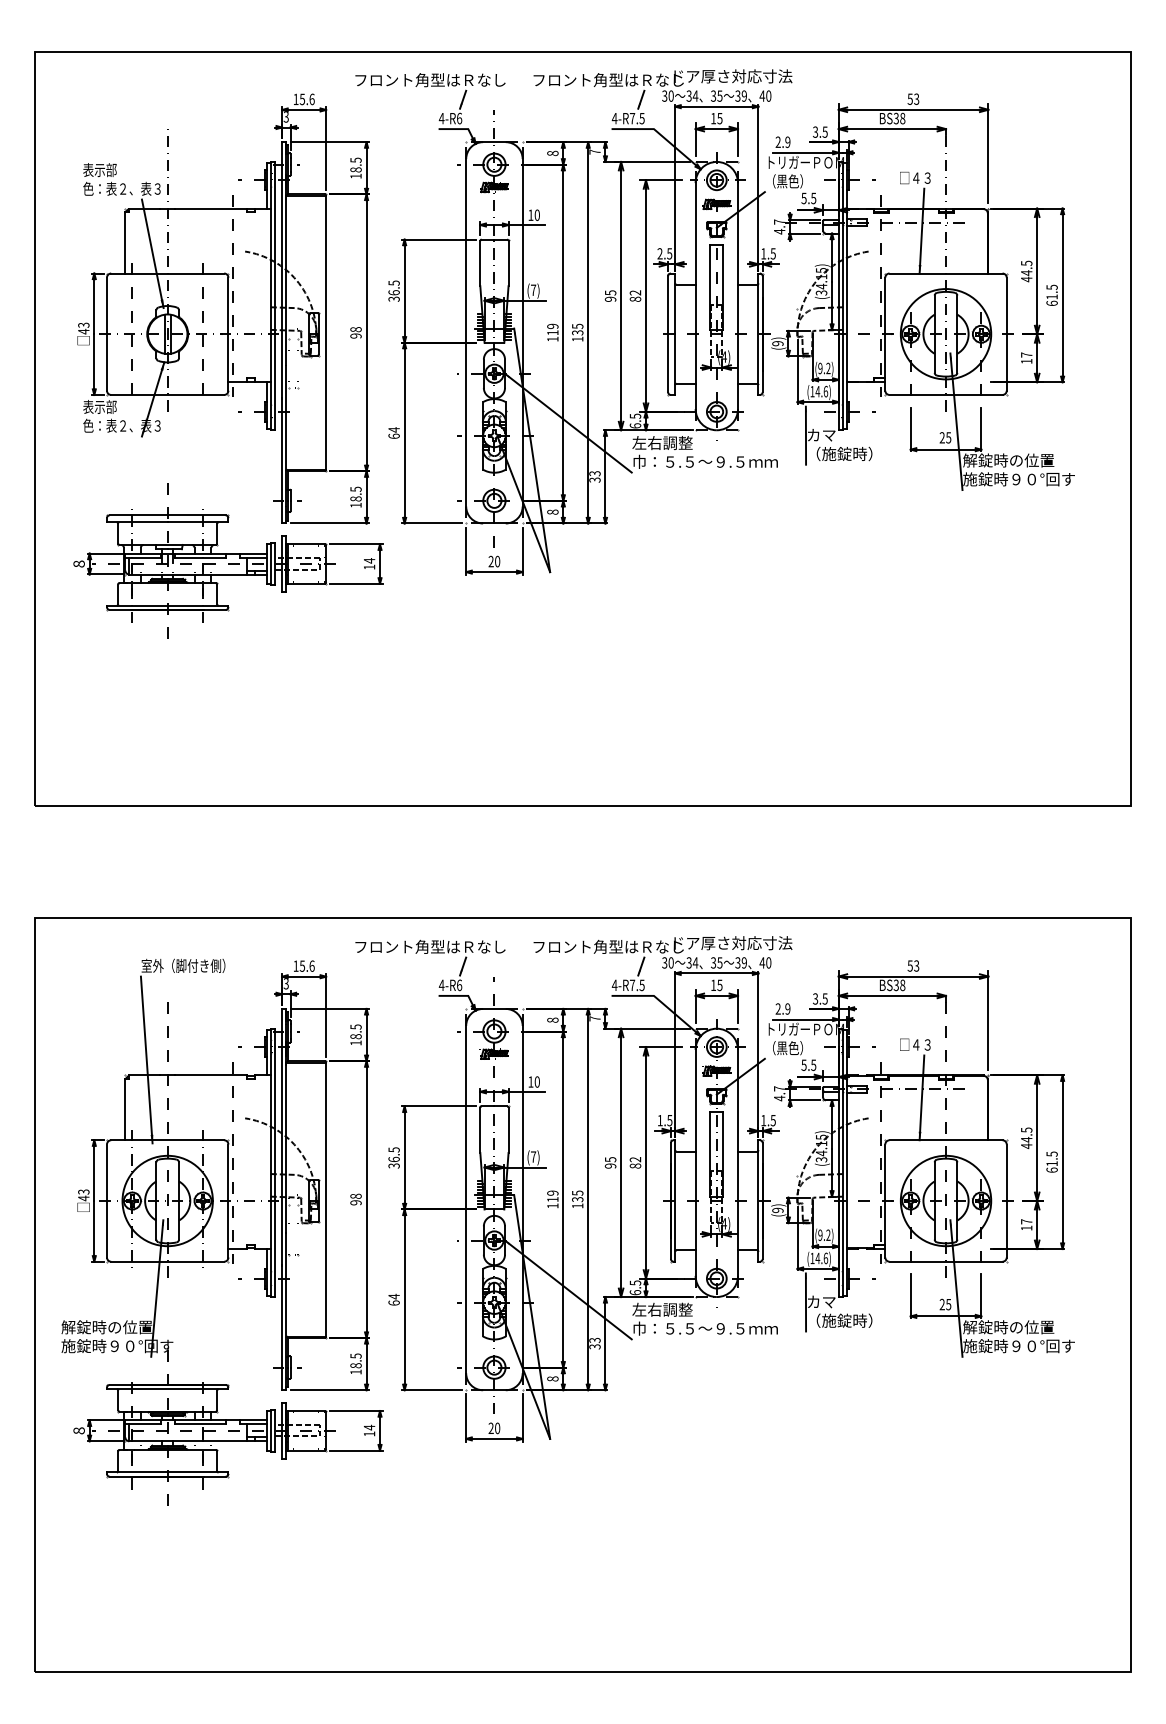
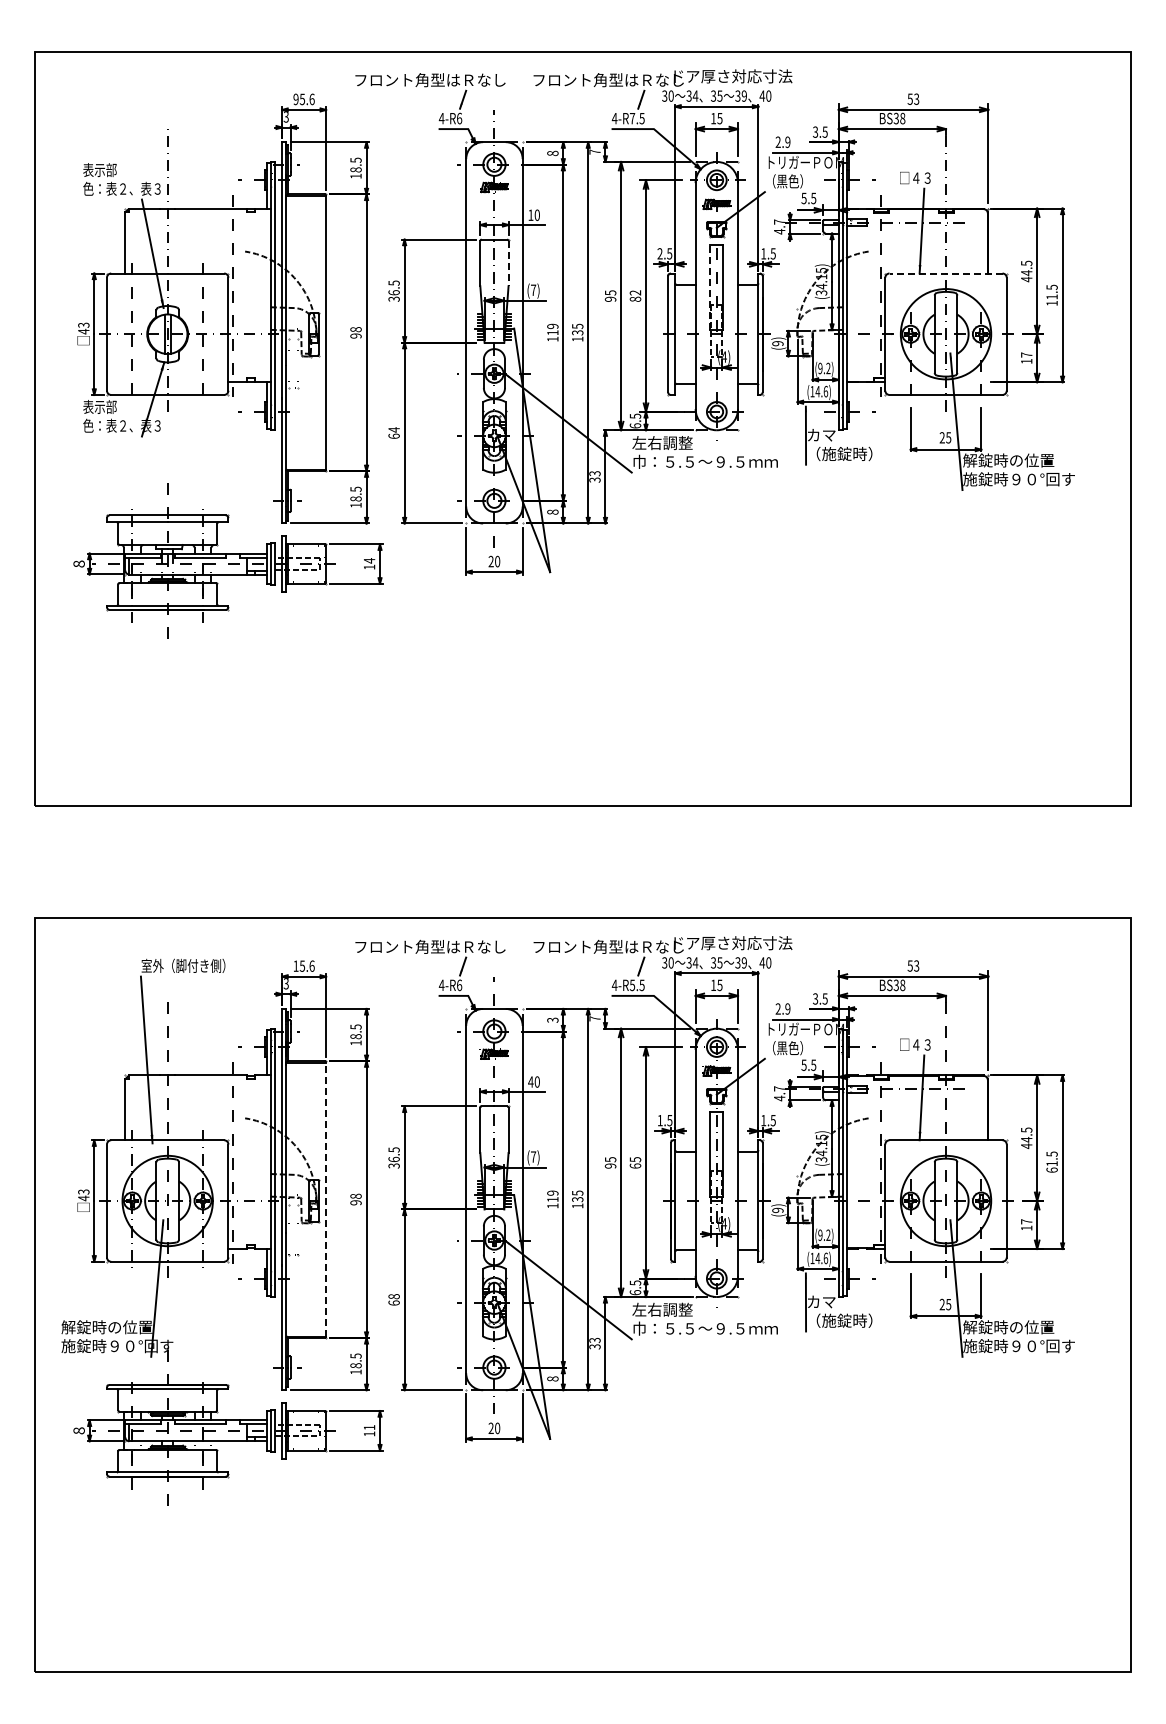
text at (295, 99): 15.6 -> 95.6
line at (508, 263): solid -> dashed
line at (945, 273): solid -> dashed
line at (710, 287): solid -> dashed
text at (1051, 302): 61.5 -> 11.5
text at (632, 985): 4-R7.5 -> 4-R5.5
text at (552, 1019): 8 -> 3
text at (530, 1081): 10 -> 40
text at (635, 1162): 82 -> 65
line at (326, 1199): solid -> dashed
text at (393, 1296): 64 -> 68
text at (369, 1427): 14 -> 11
